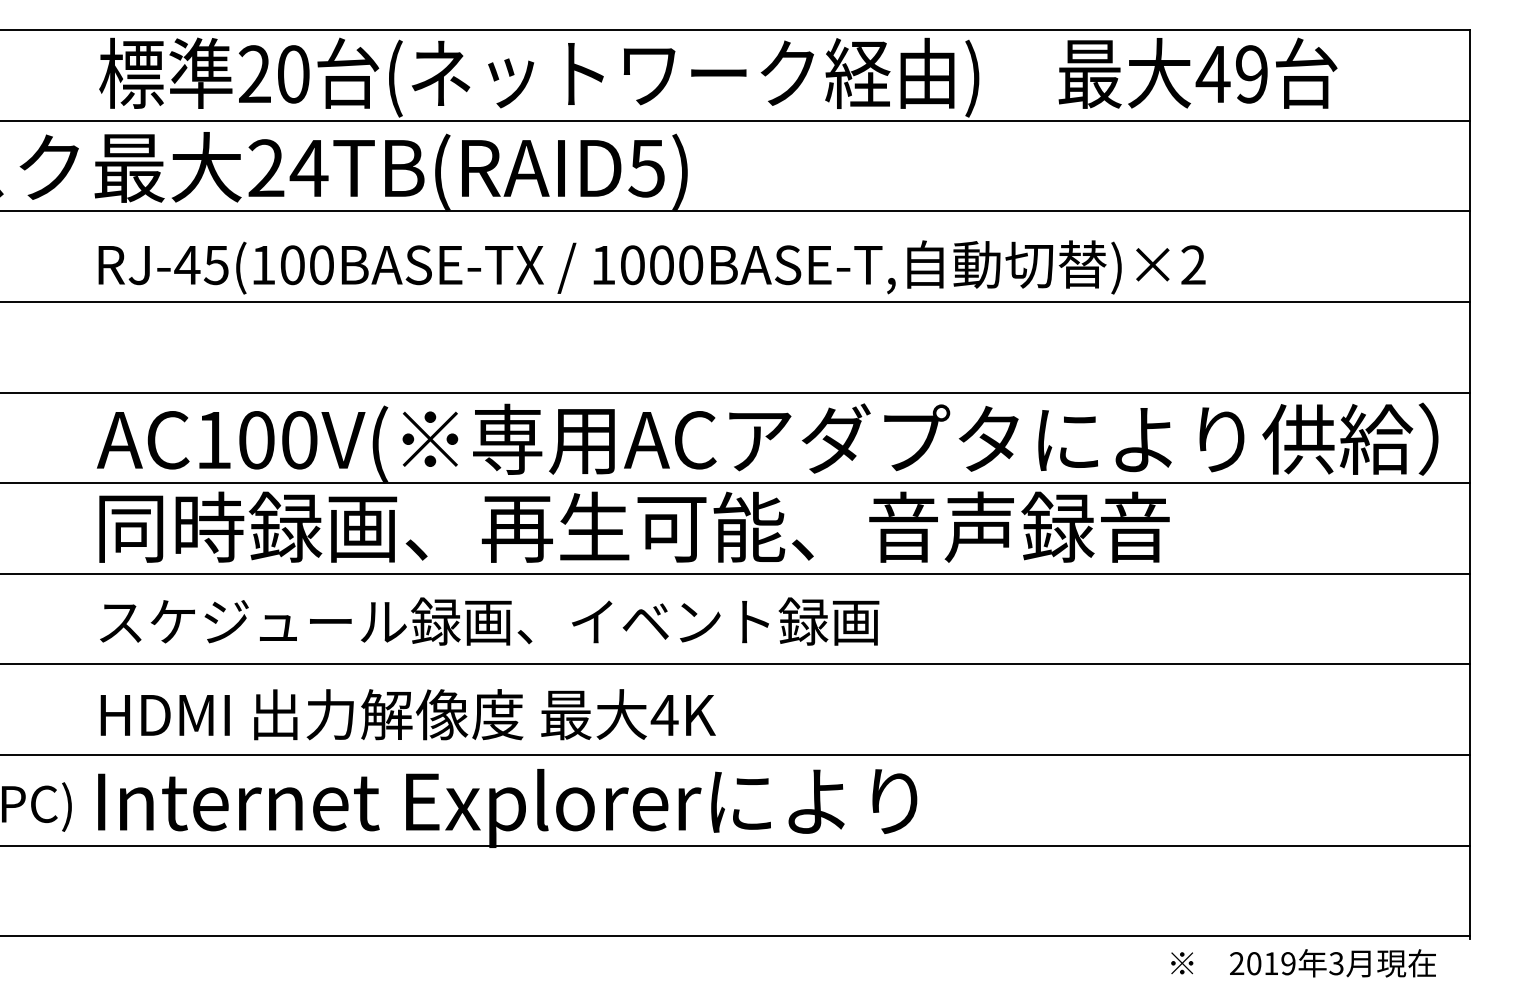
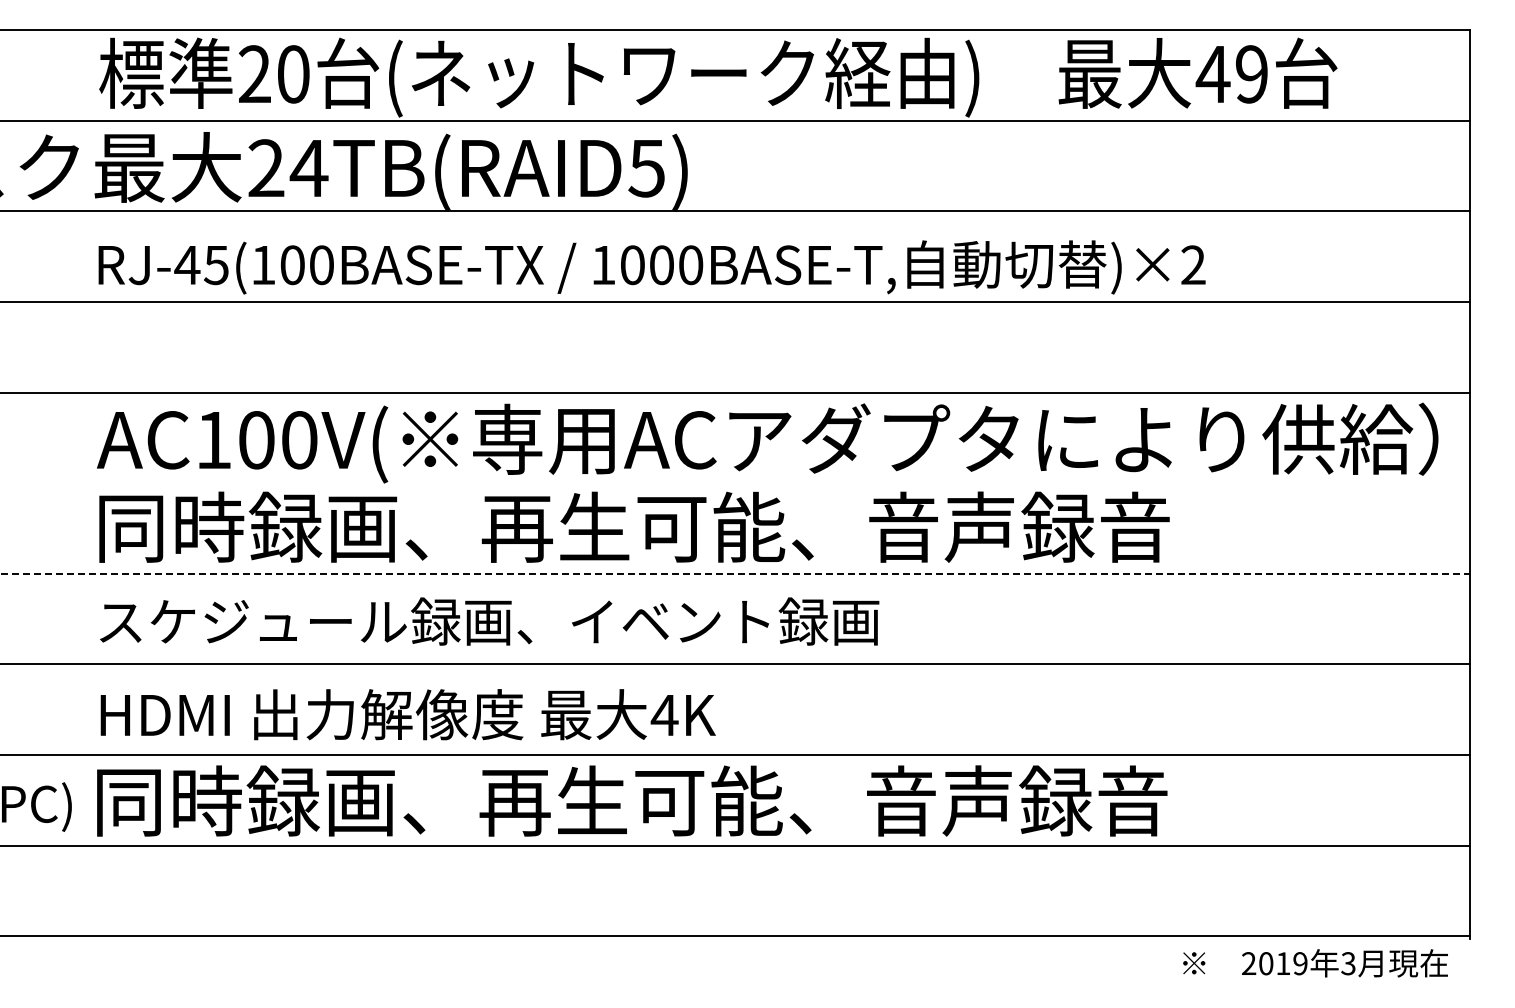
line at (735, 483): present -> none
line at (735, 573): solid -> dashed
text at (632, 806): Internet Explorerにより -> 同時録画、再生可能、音声録音
text at (1303, 963) position: (1303, 963) -> (1315, 963)
